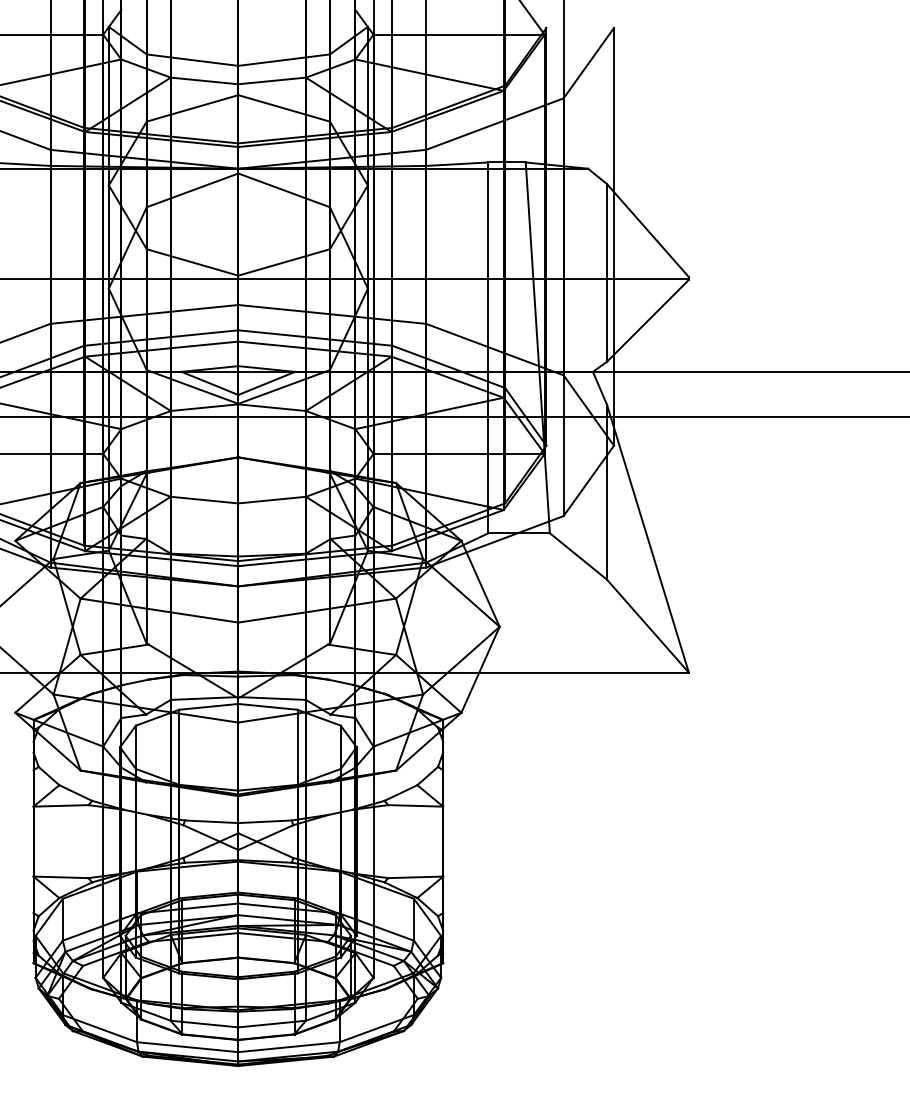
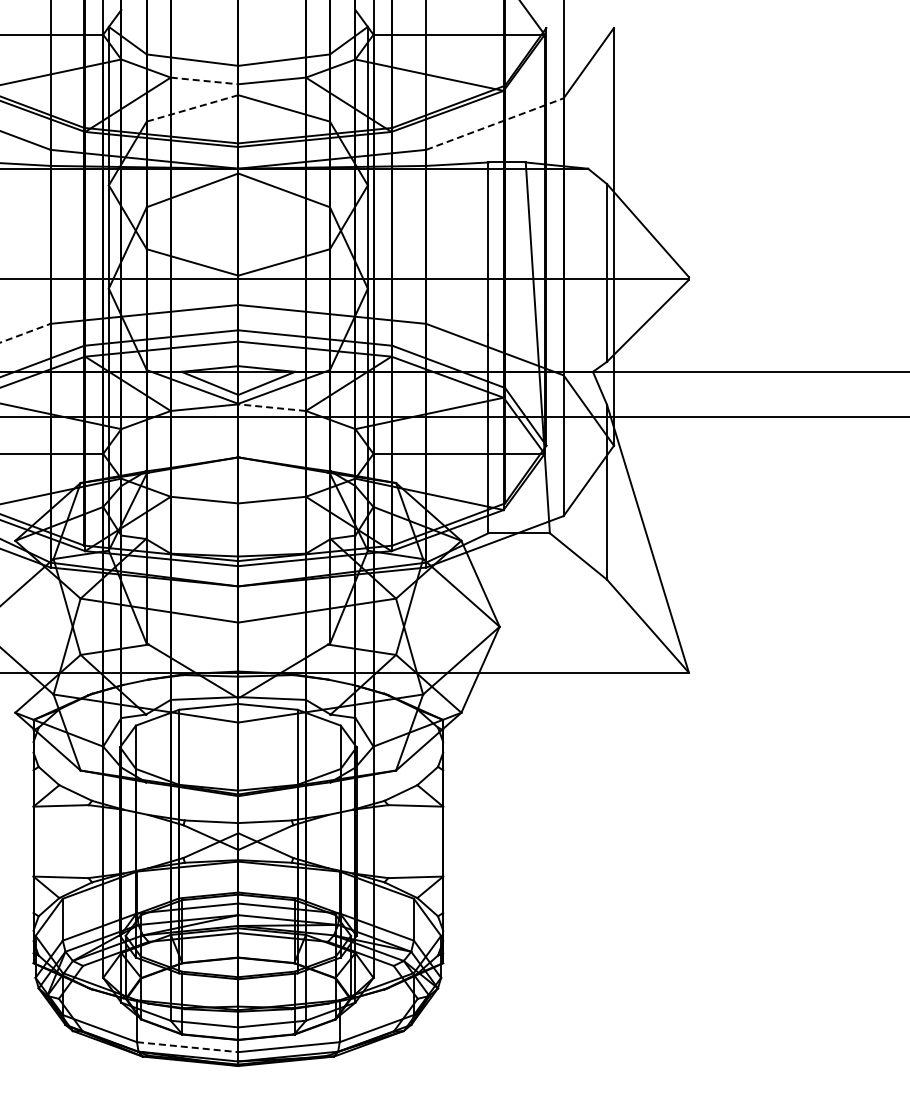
line at (204, 80): solid -> dashed
line at (192, 108): solid -> dashed
line at (495, 123): solid -> dashed
line at (25, 333): solid -> dashed
line at (272, 407): solid -> dashed
line at (187, 1047): solid -> dashed
